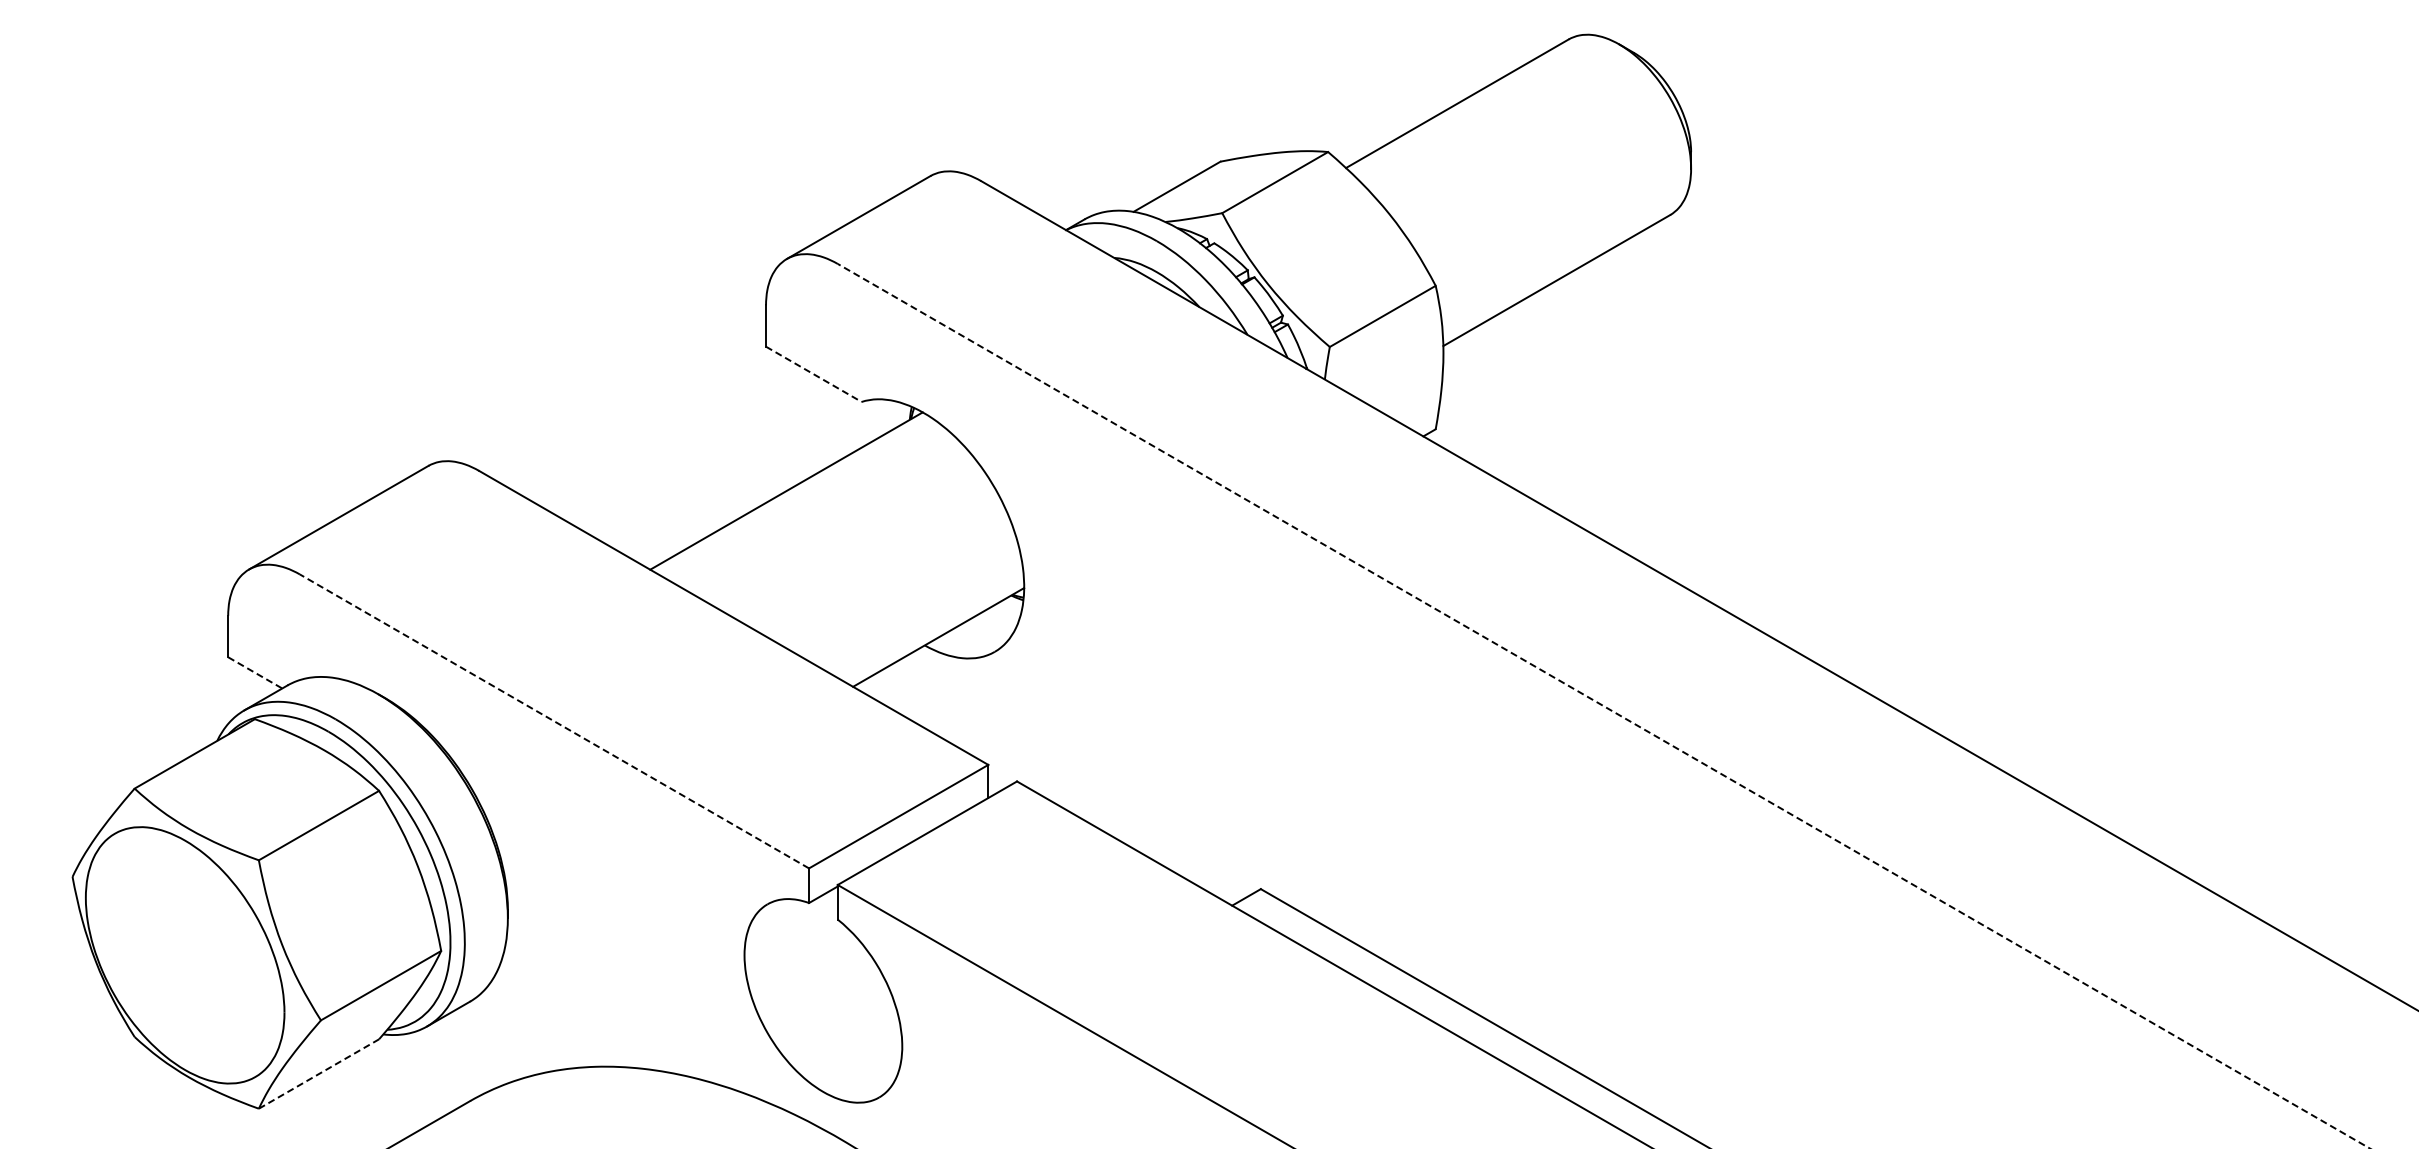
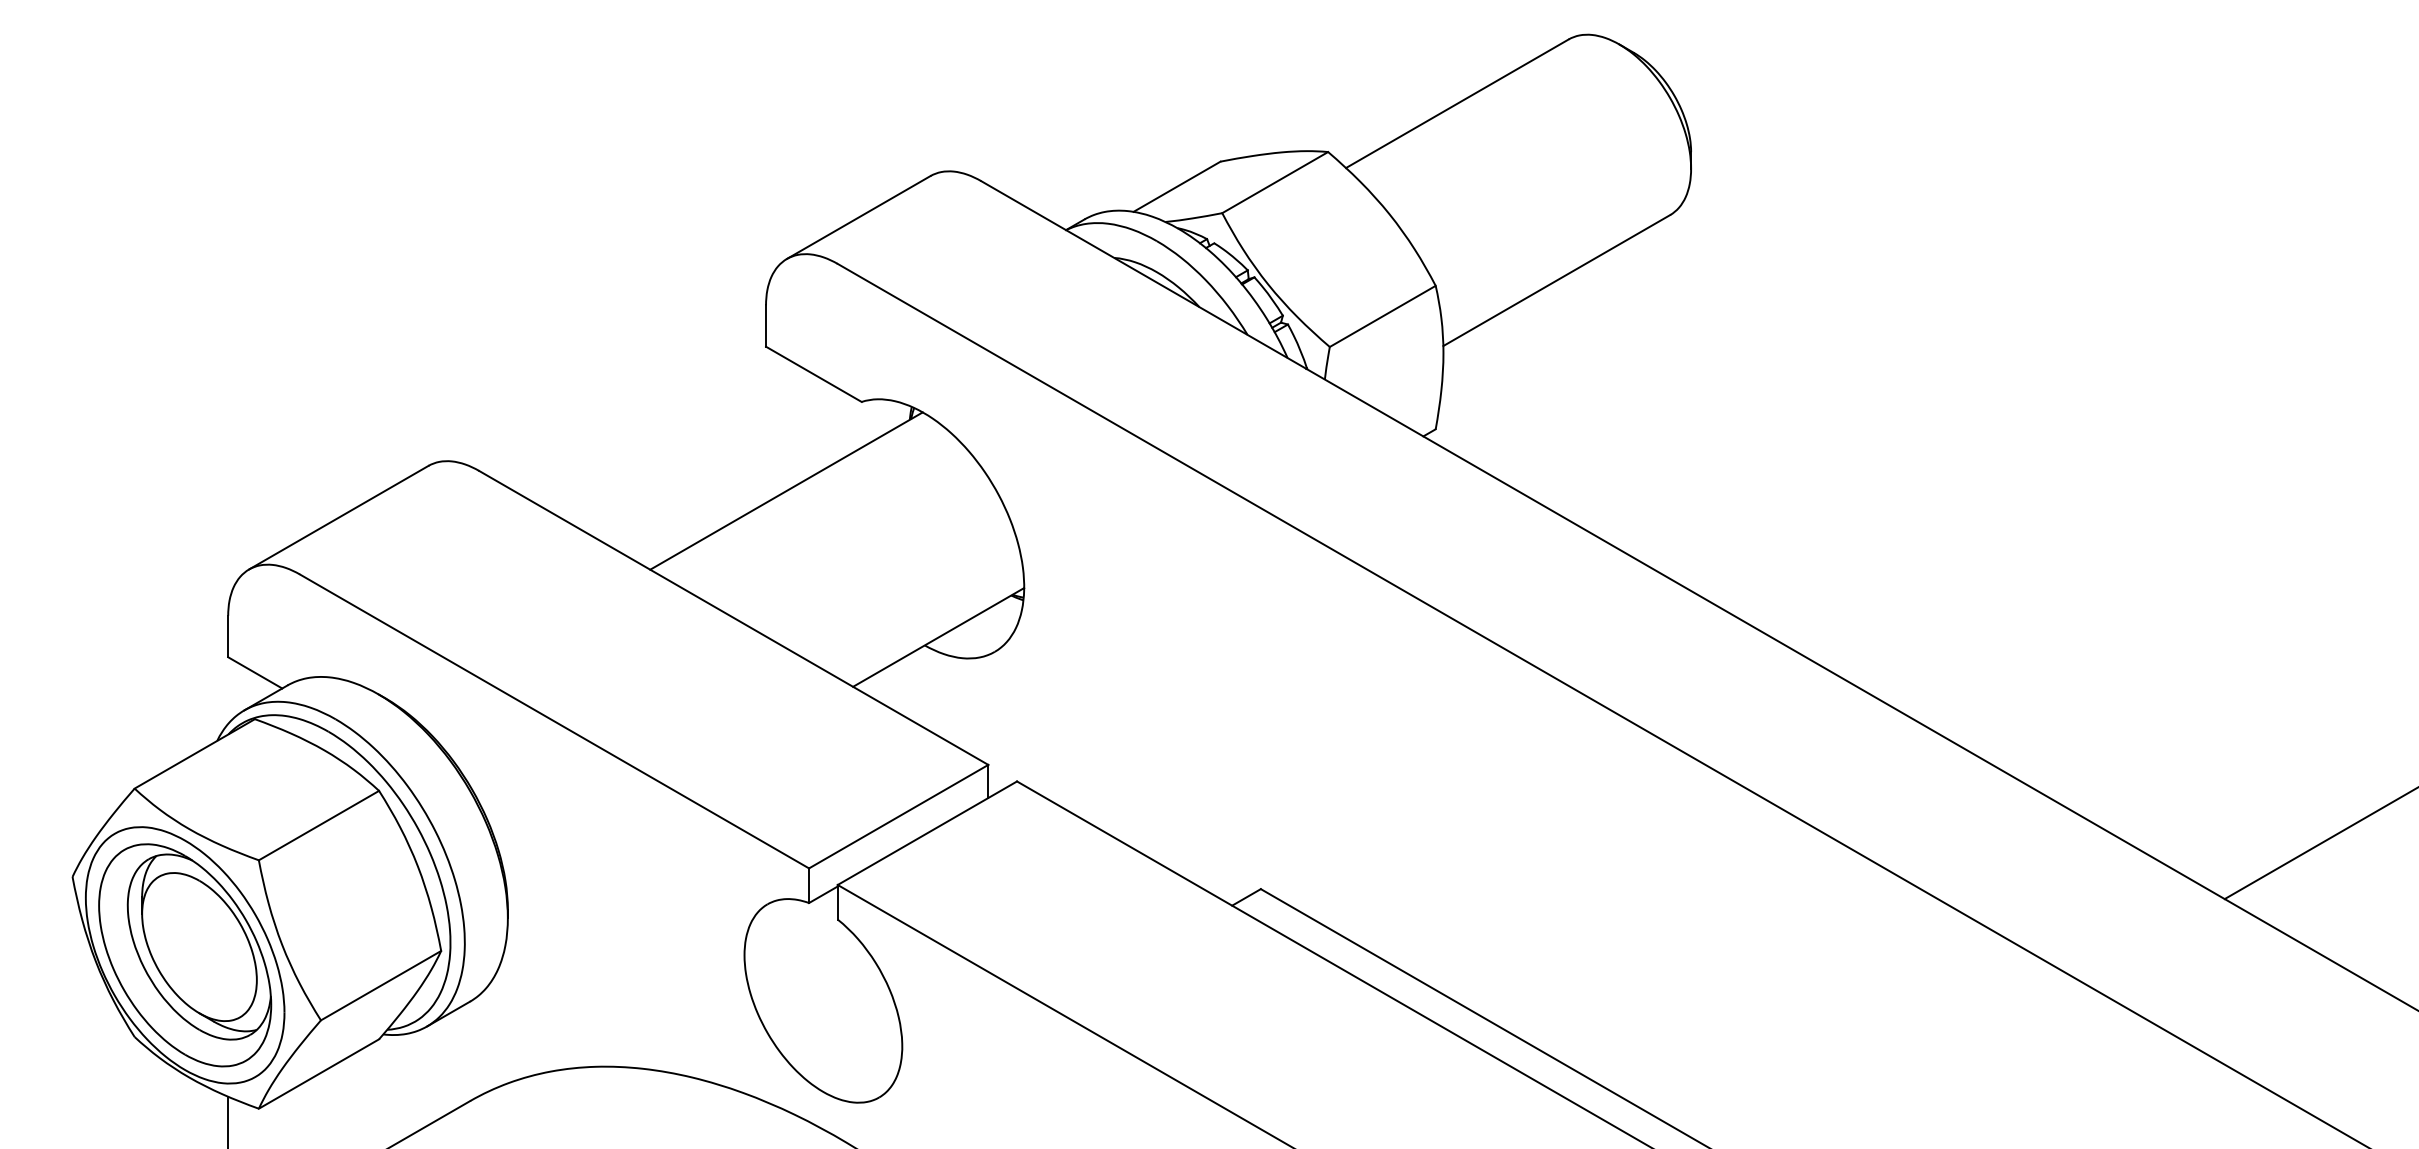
line at (814, 374): dashed -> solid
line at (255, 673): dashed -> solid
line at (1603, 706): dashed -> solid
line at (554, 721): dashed -> solid
line at (2319, 844): none -> present
part at (185, 955): none -> present
line at (319, 1073): dashed -> solid
line at (228, 1120): none -> present
